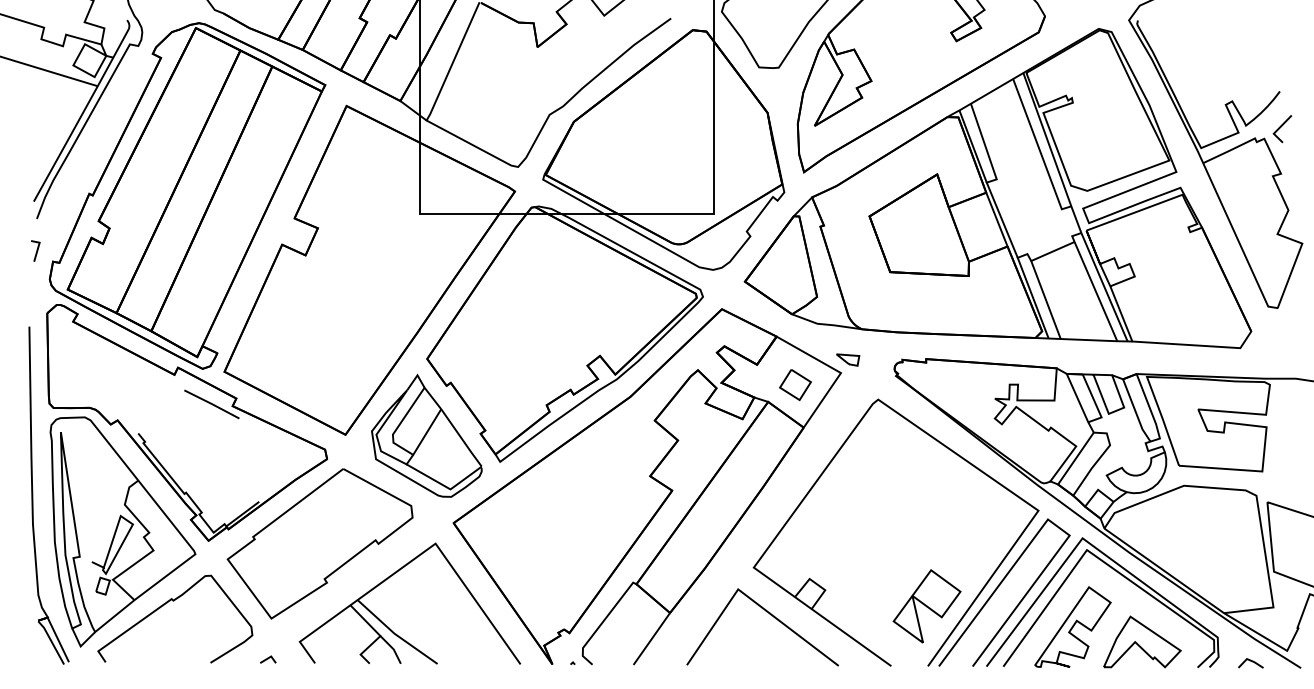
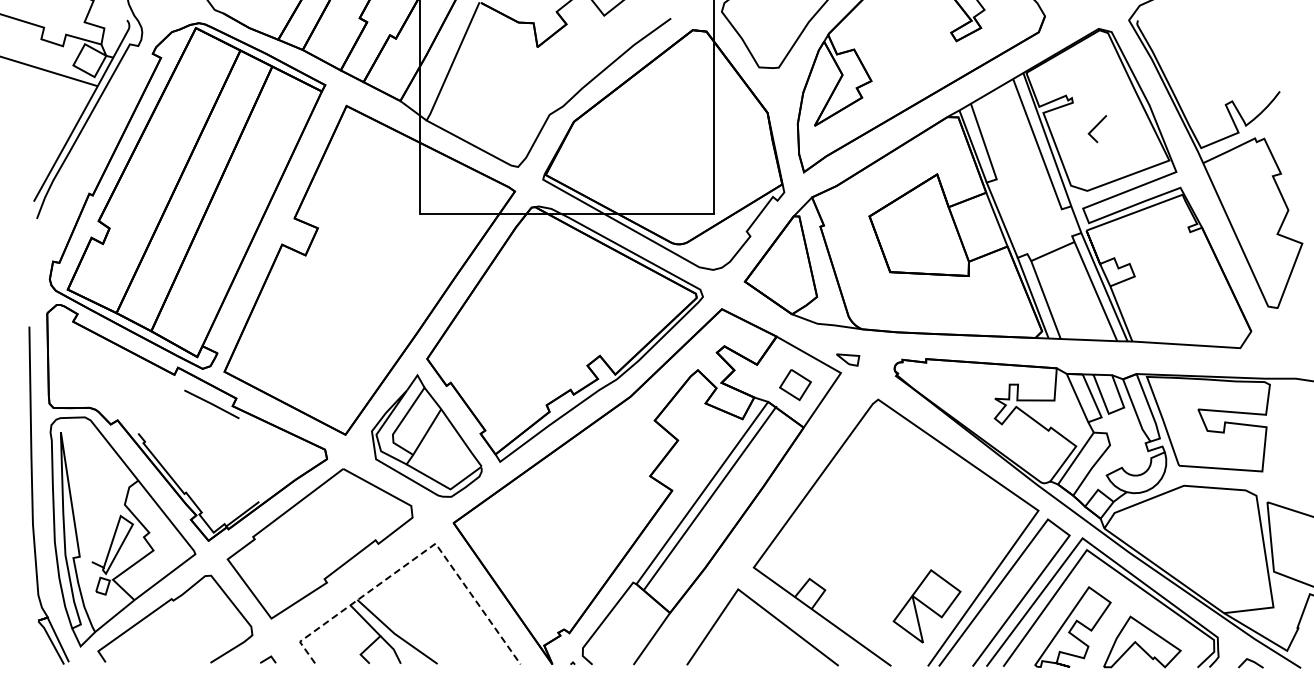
line at (1281, 127) position: (1281, 127) -> (1096, 127)
line at (36, 250): present -> none
line at (702, 492) position: (702, 492) -> (710, 497)
line at (417, 557): solid -> dashed
